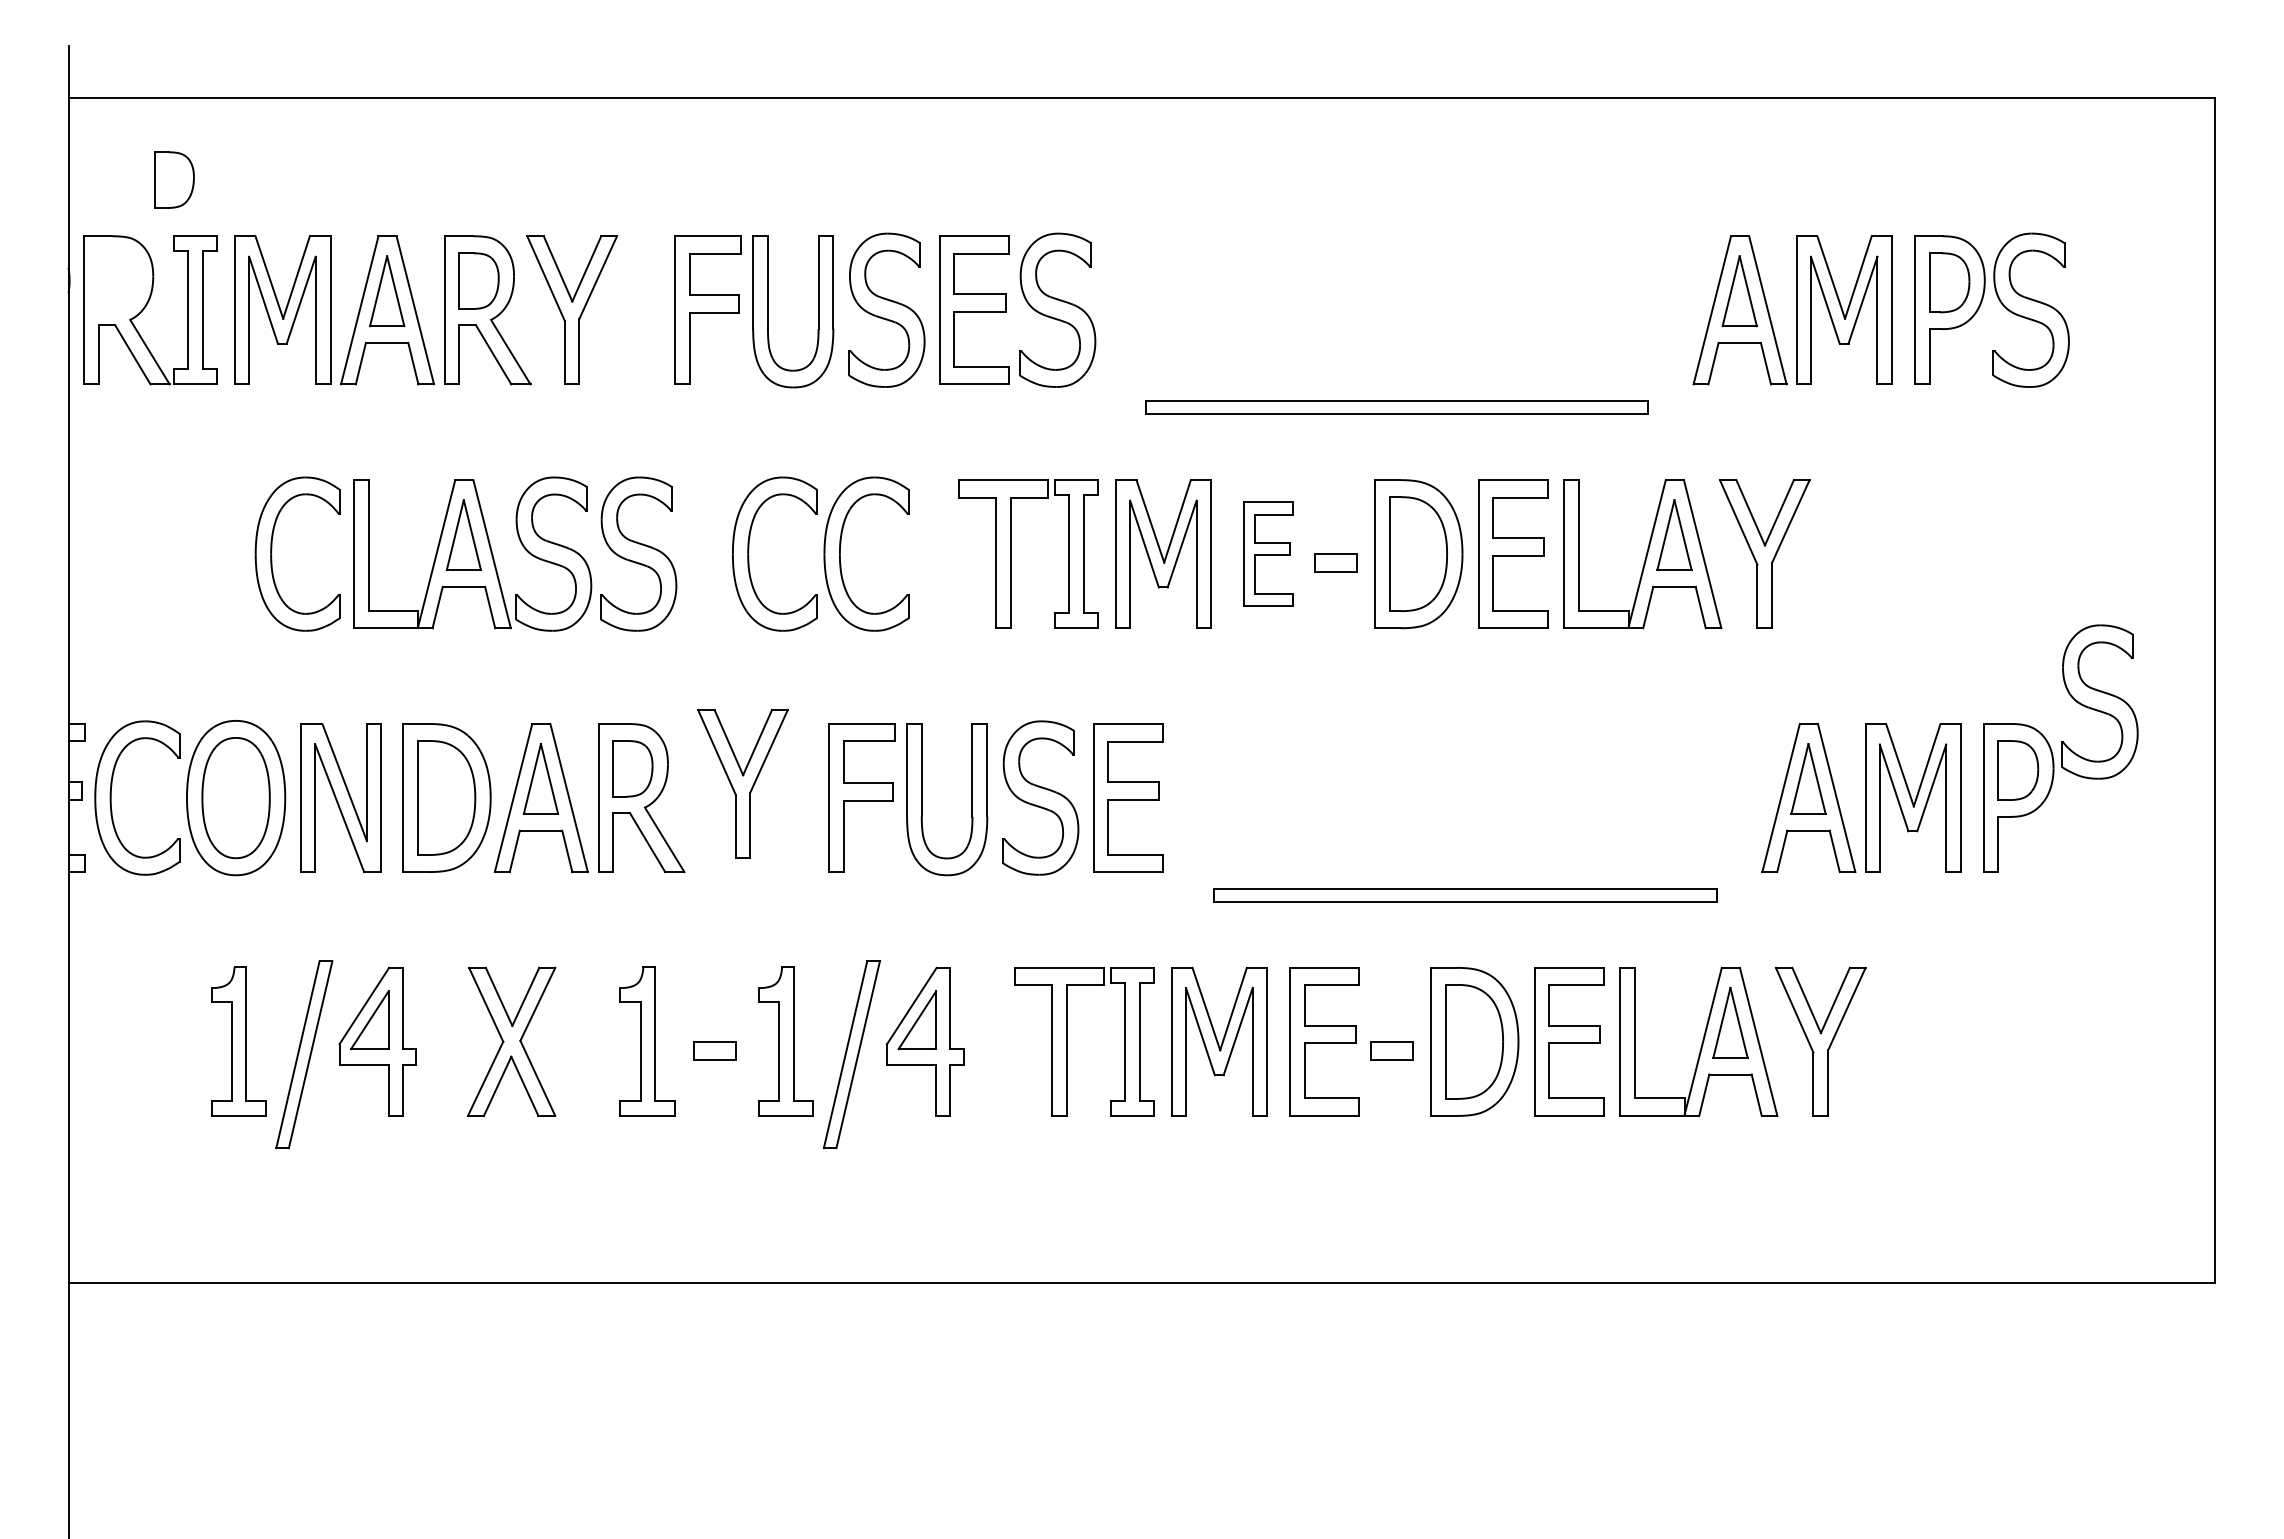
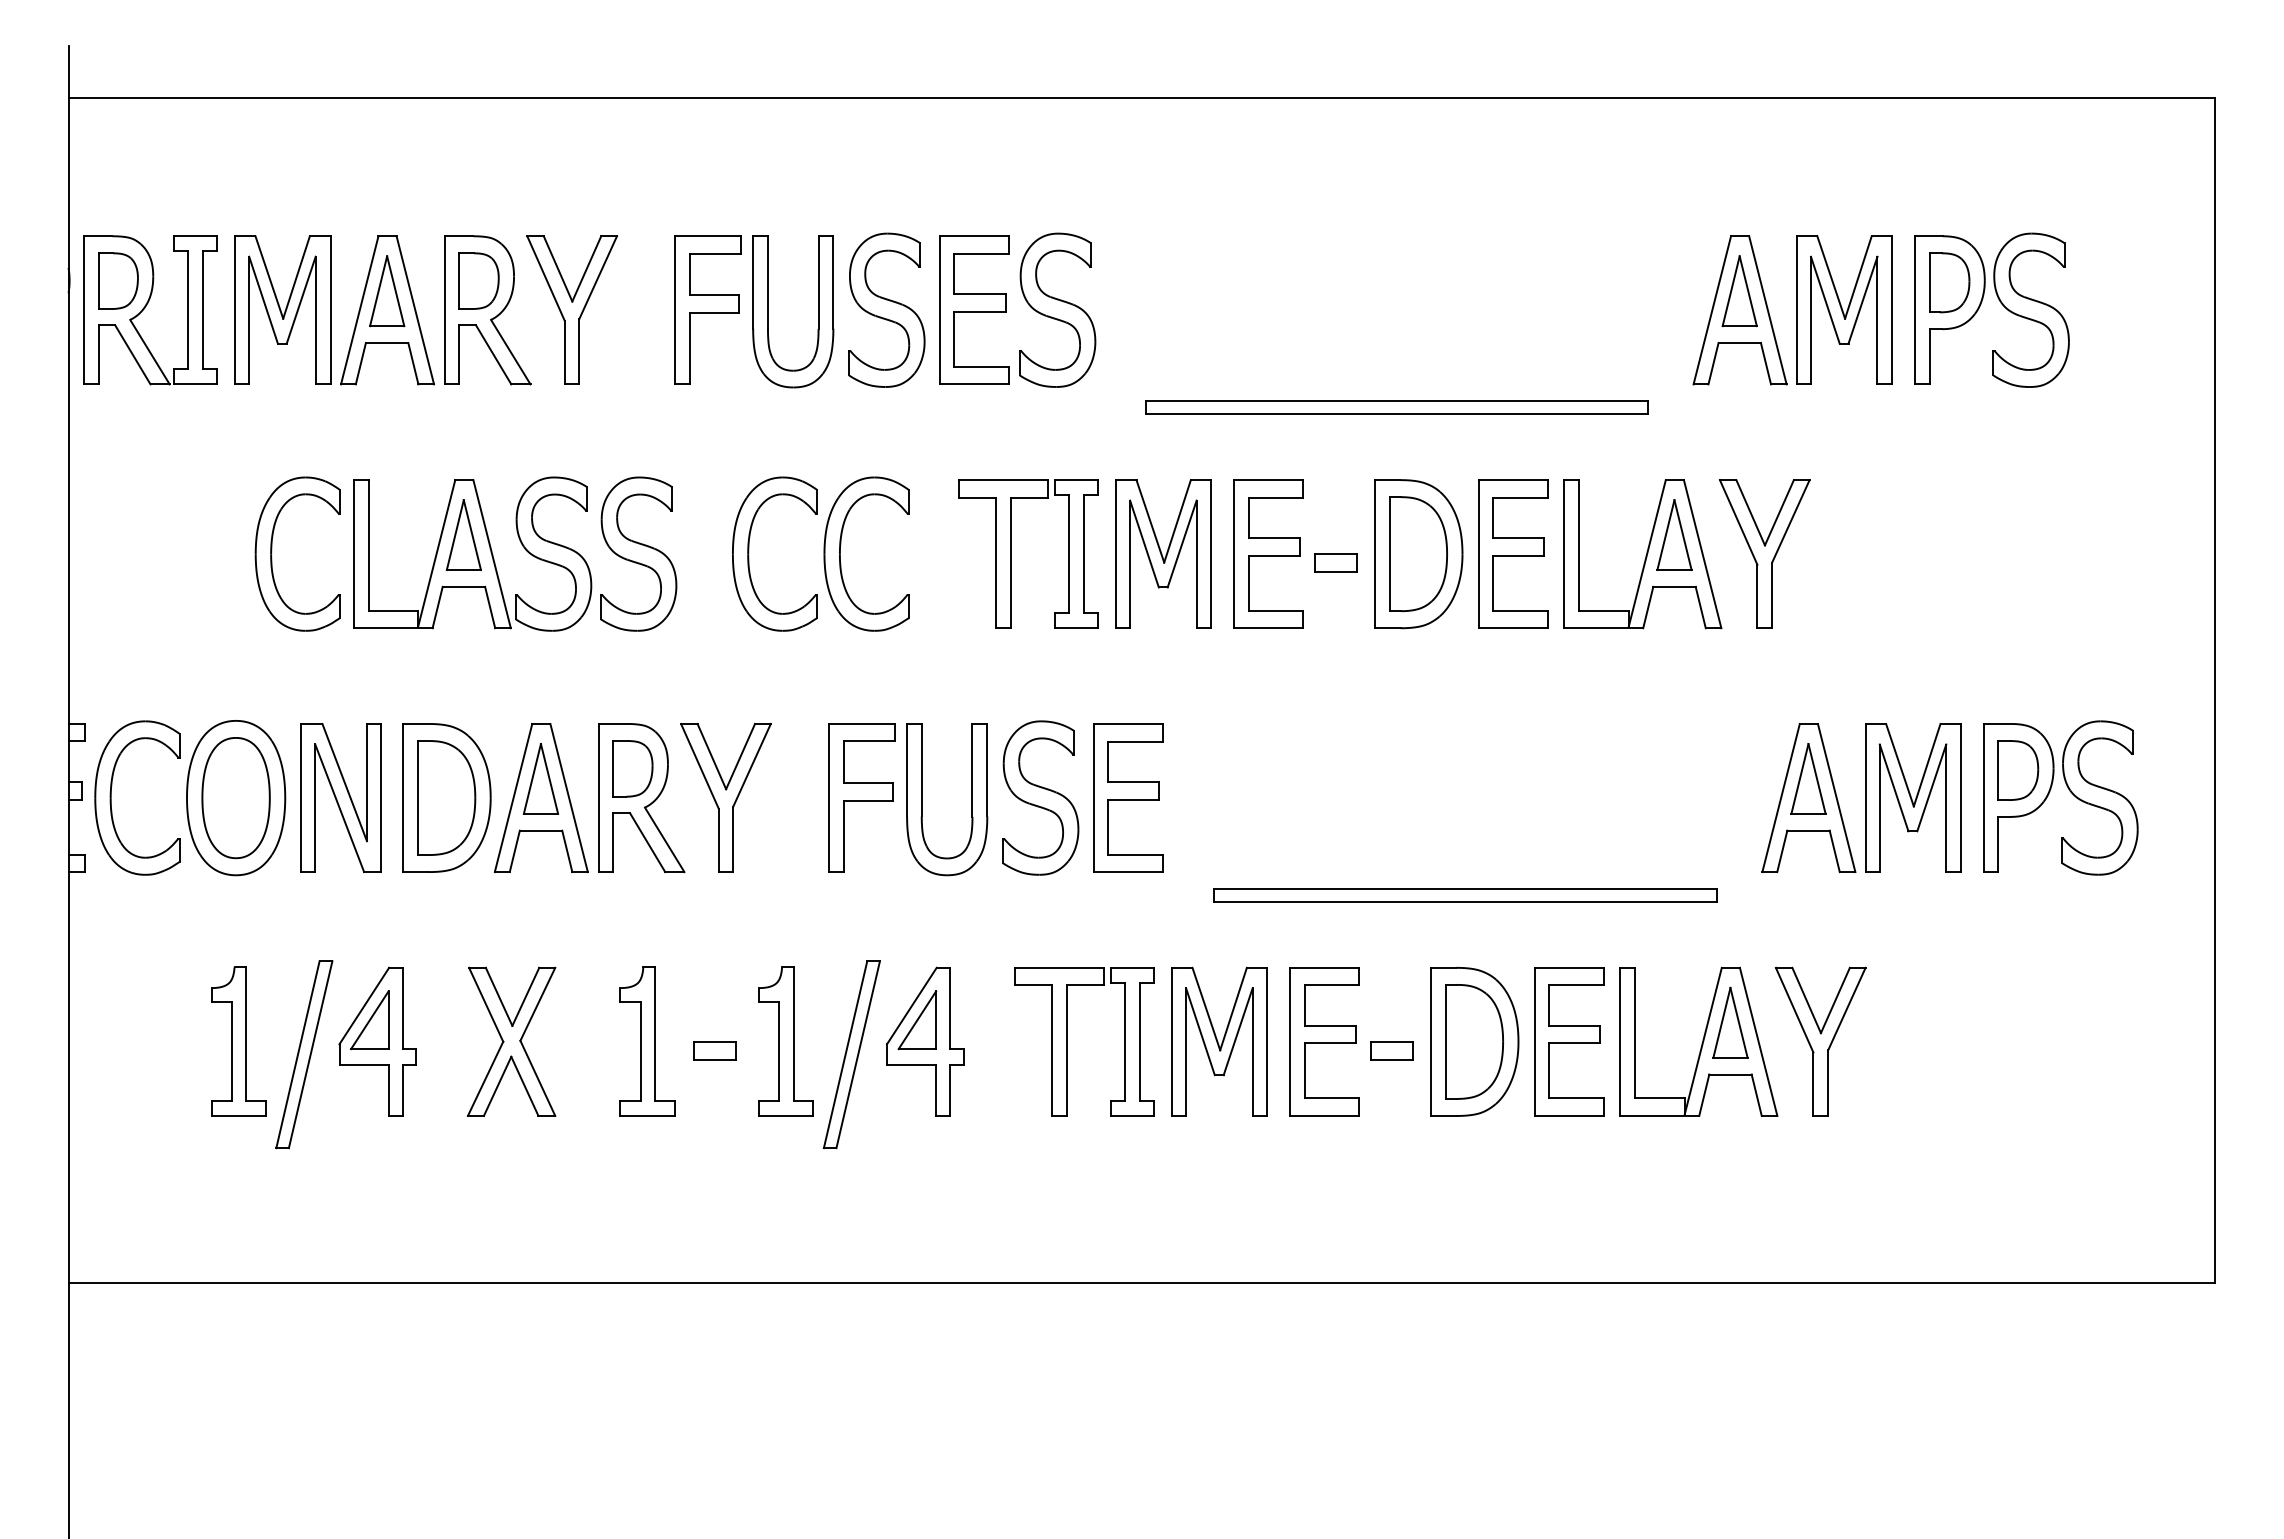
part at (174, 179) position: (174, 179) -> (118, 280)
part at (1268, 553) size: 51x106 px -> 71x150 px
part at (2099, 701) position: (2099, 701) -> (2099, 797)
part at (742, 783) position: (742, 783) -> (725, 797)
